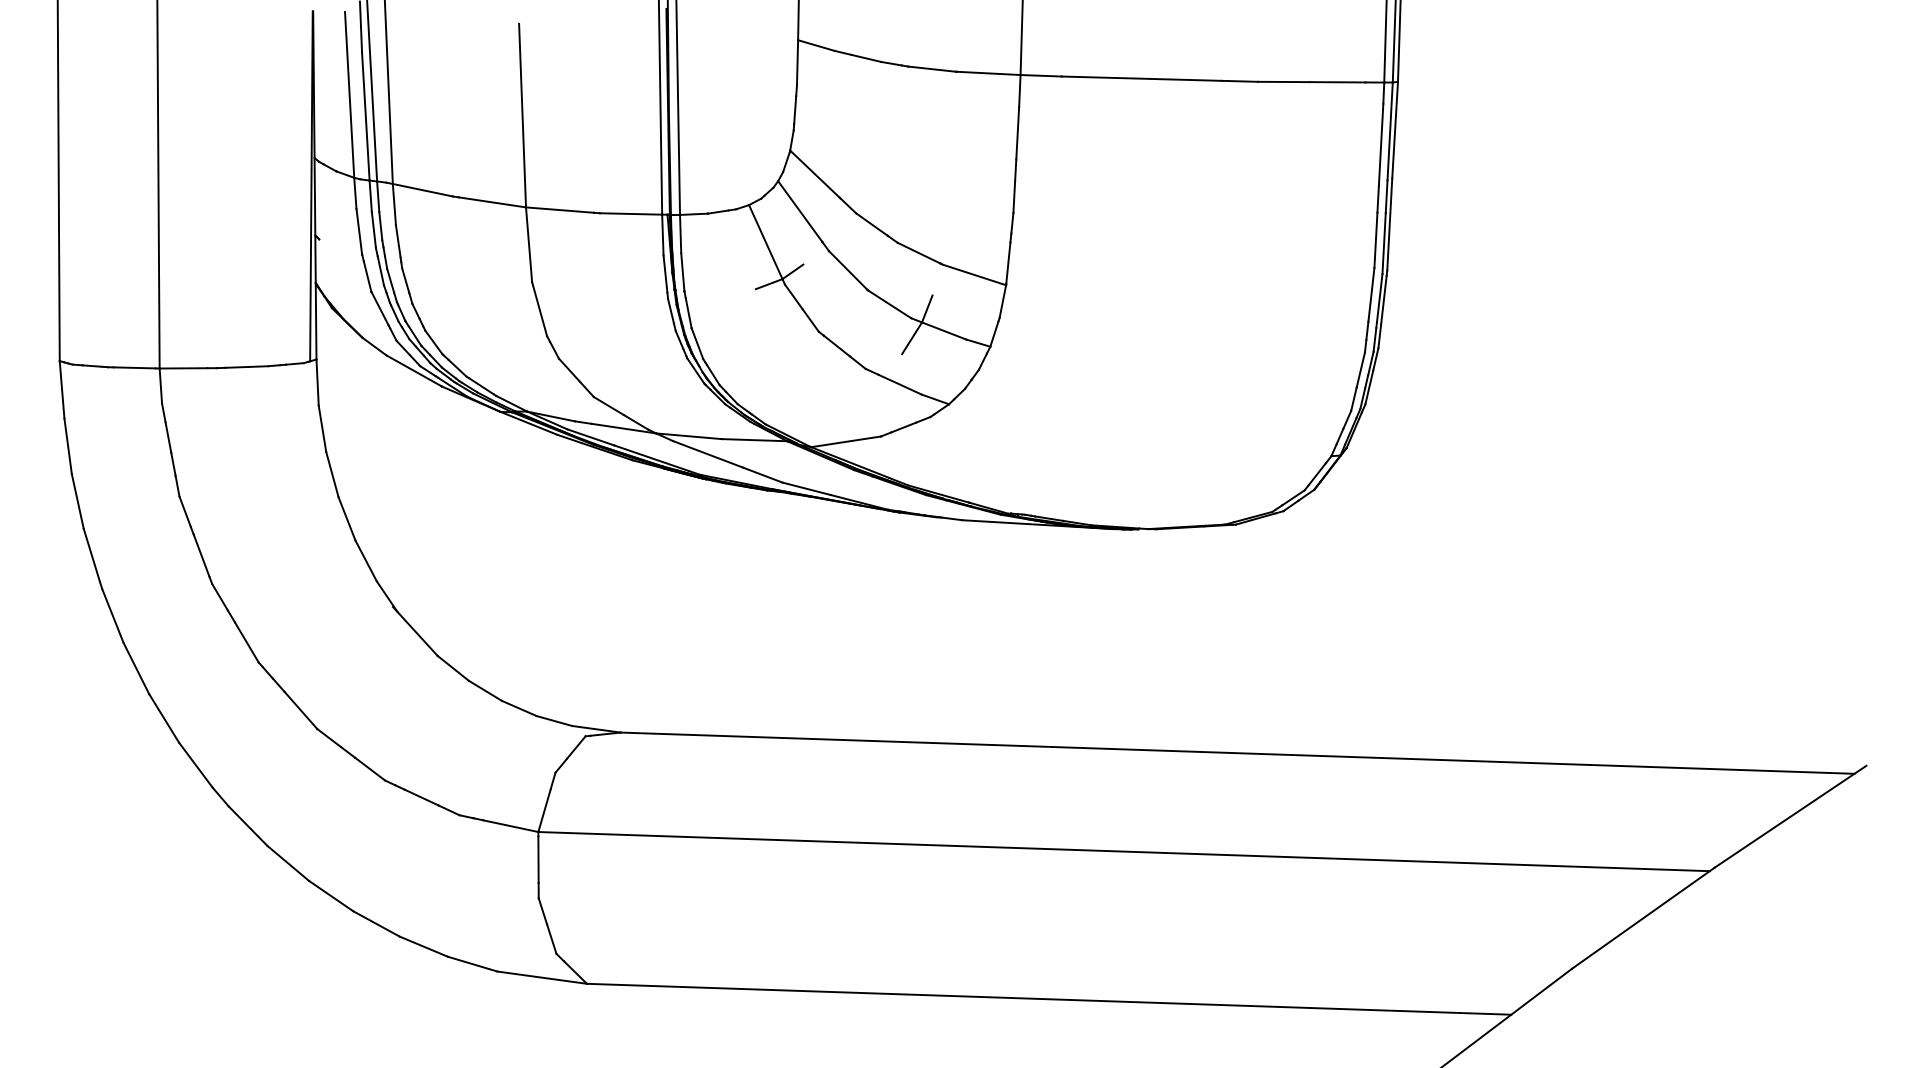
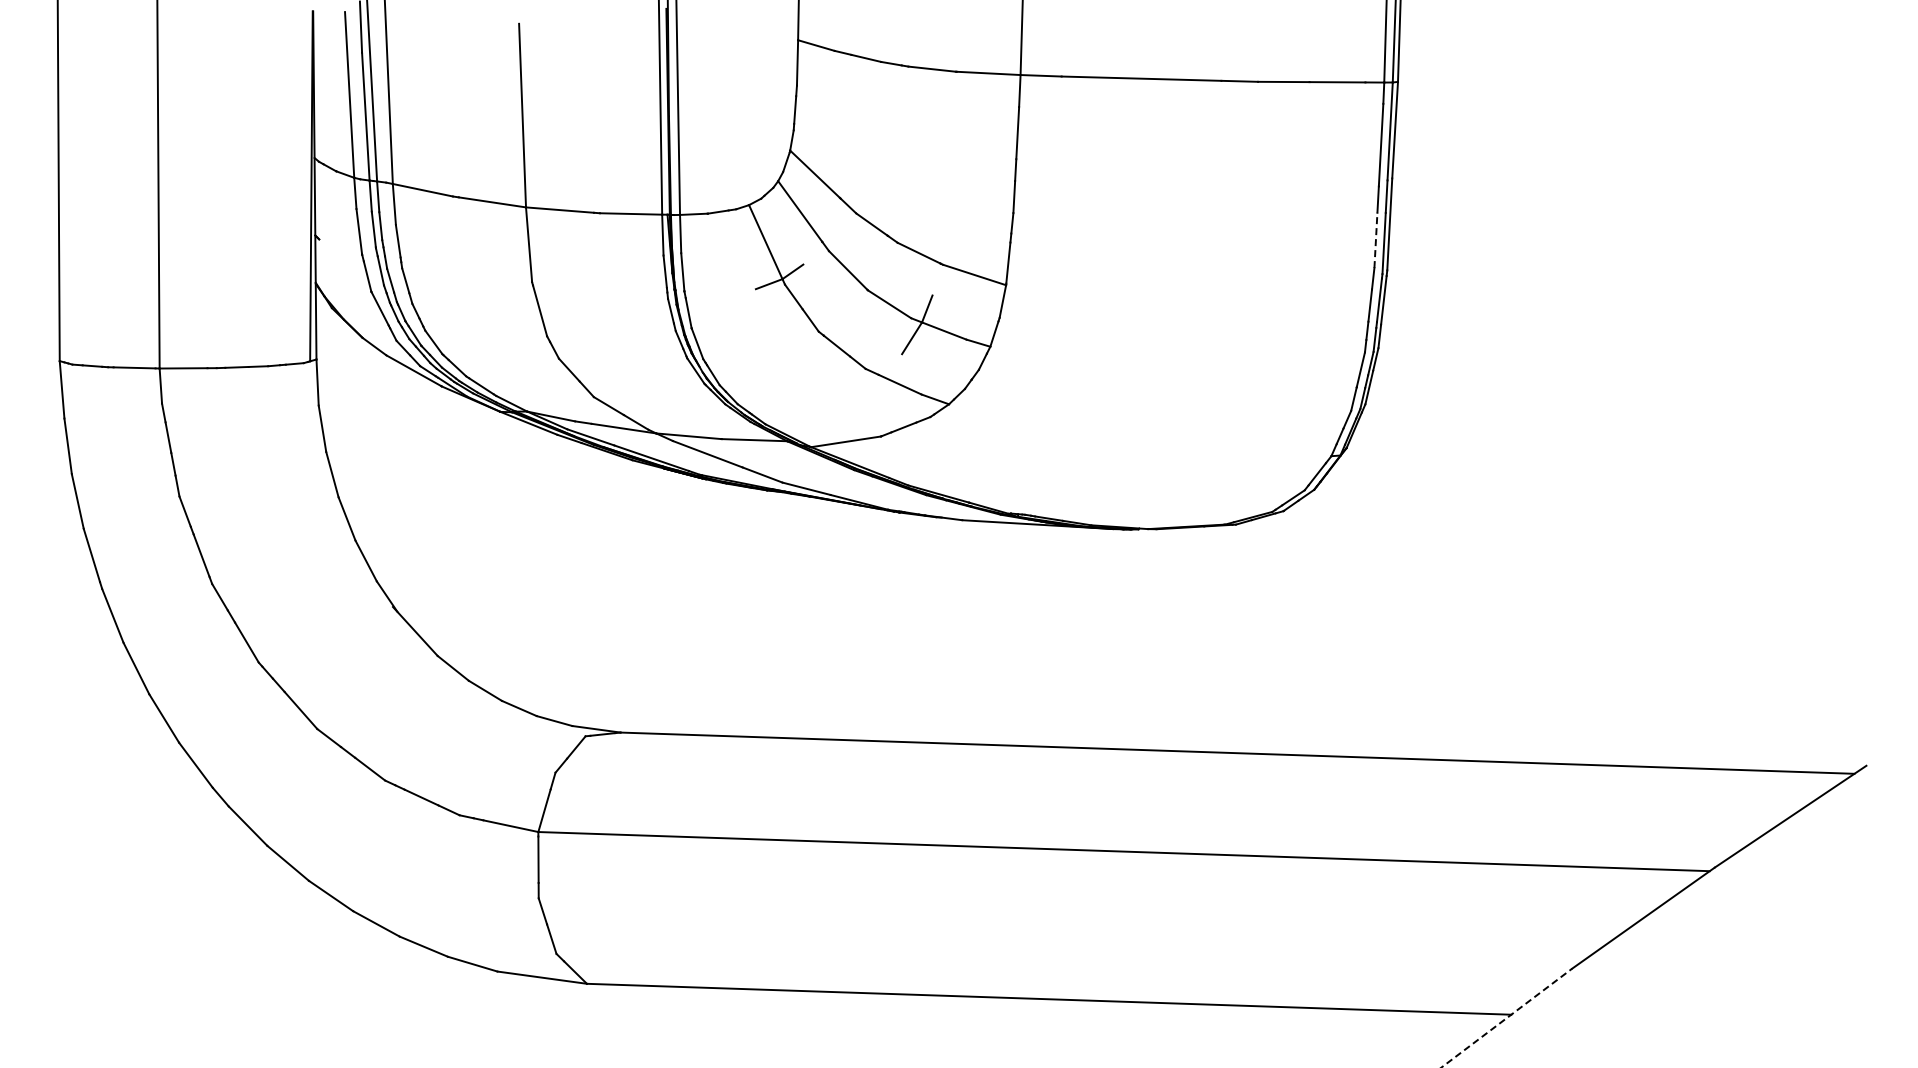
line at (1375, 240): solid -> dashed
line at (1507, 1017): solid -> dashed
